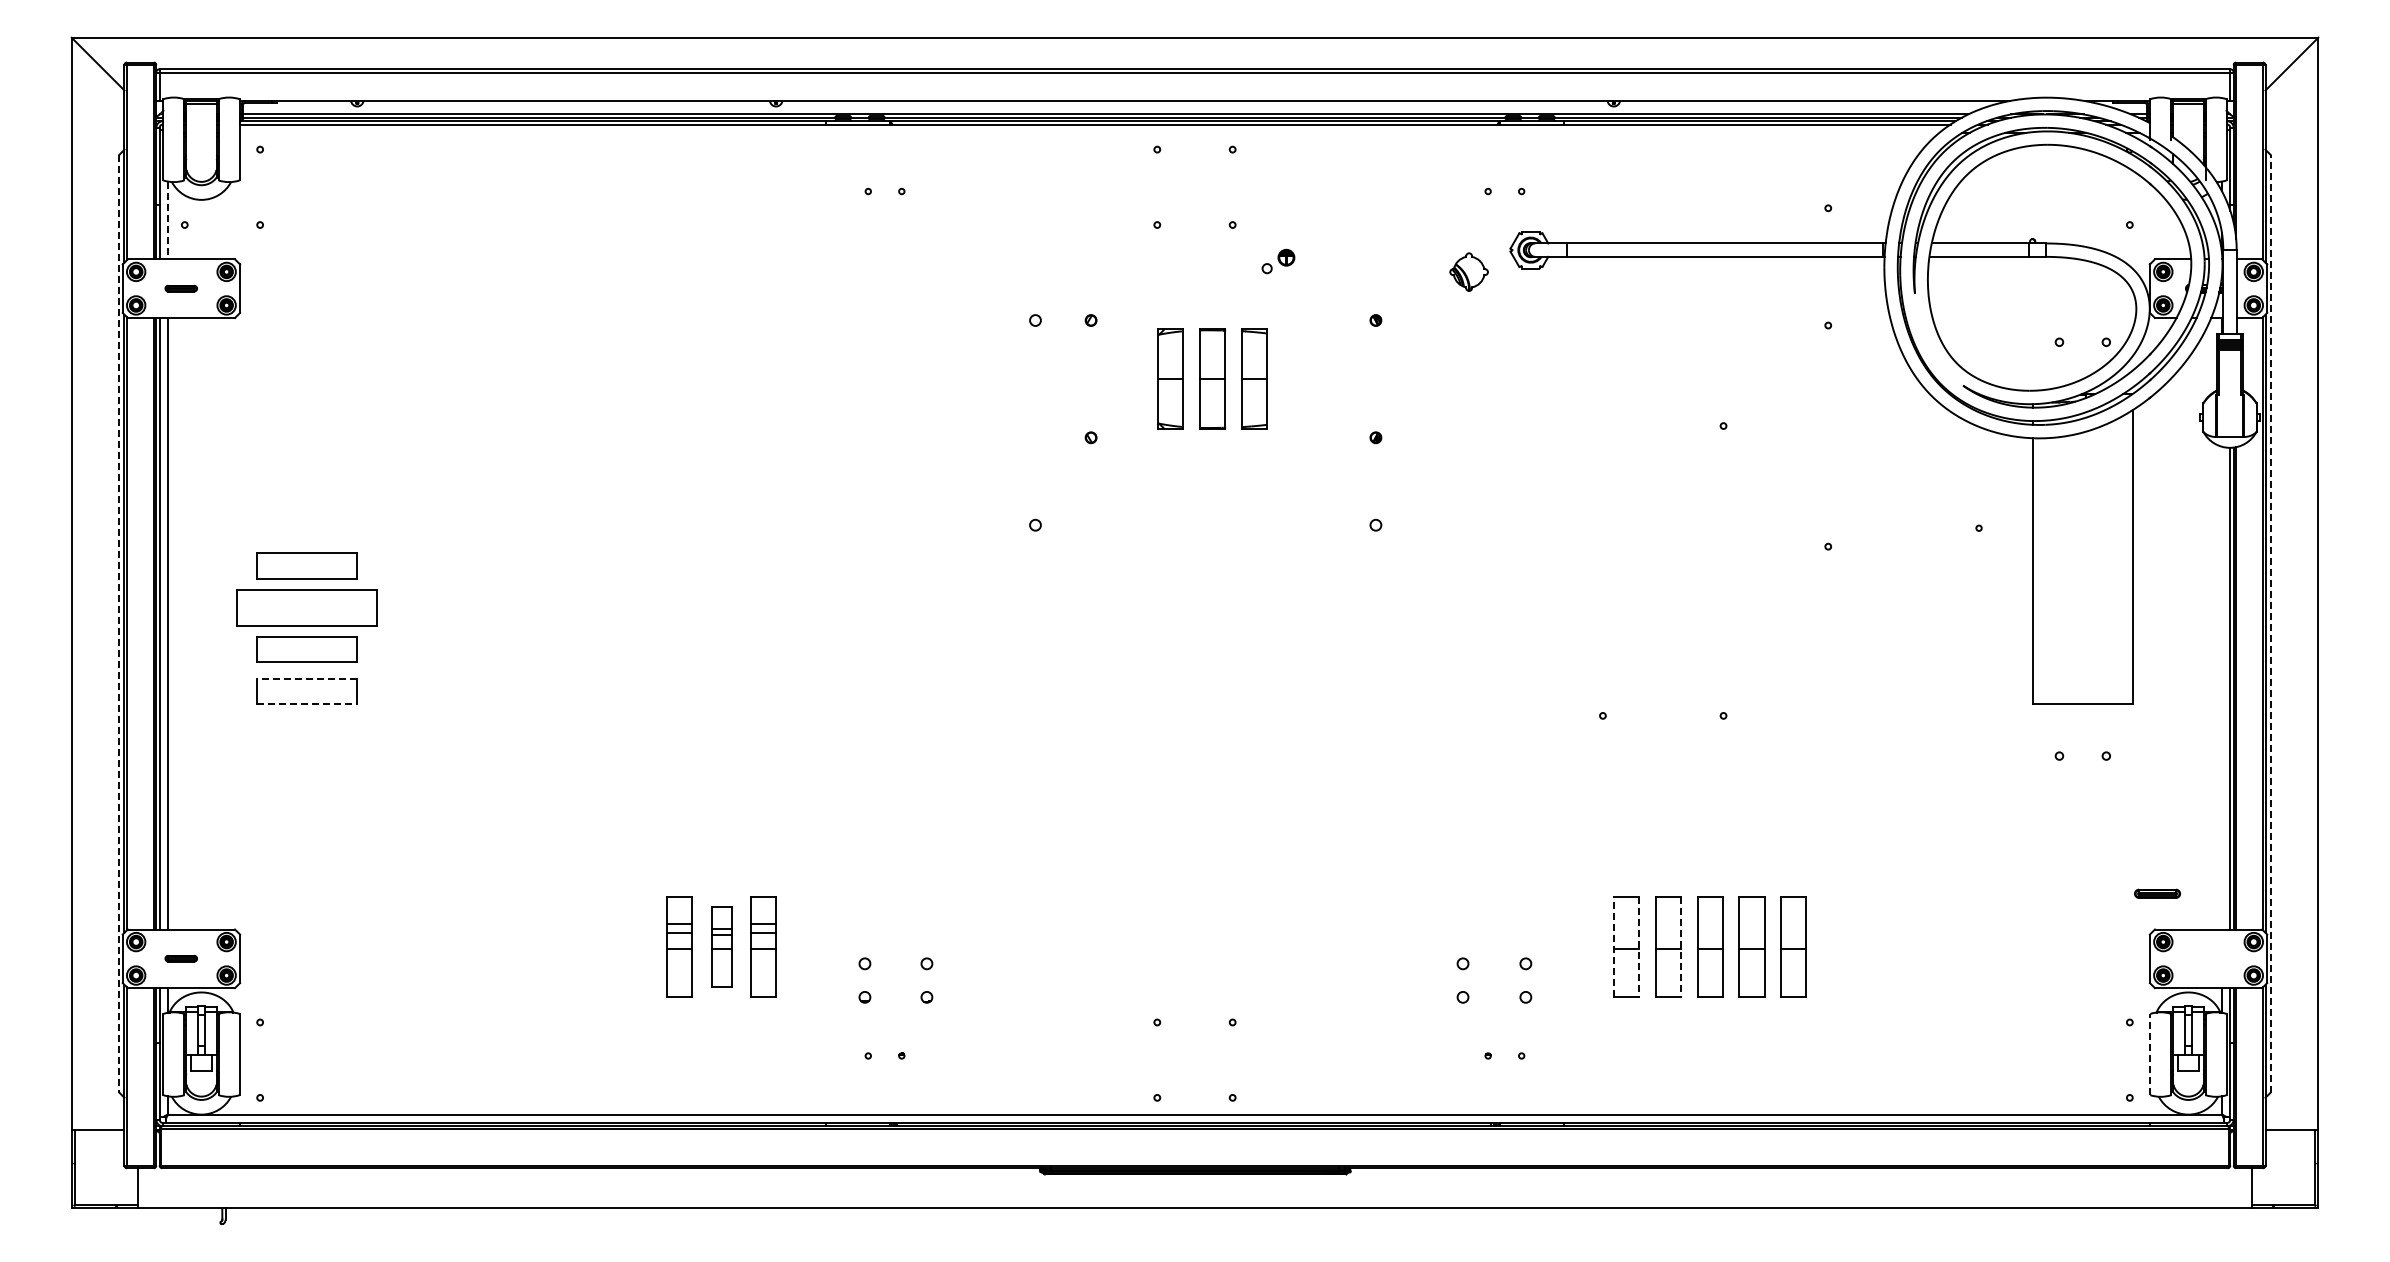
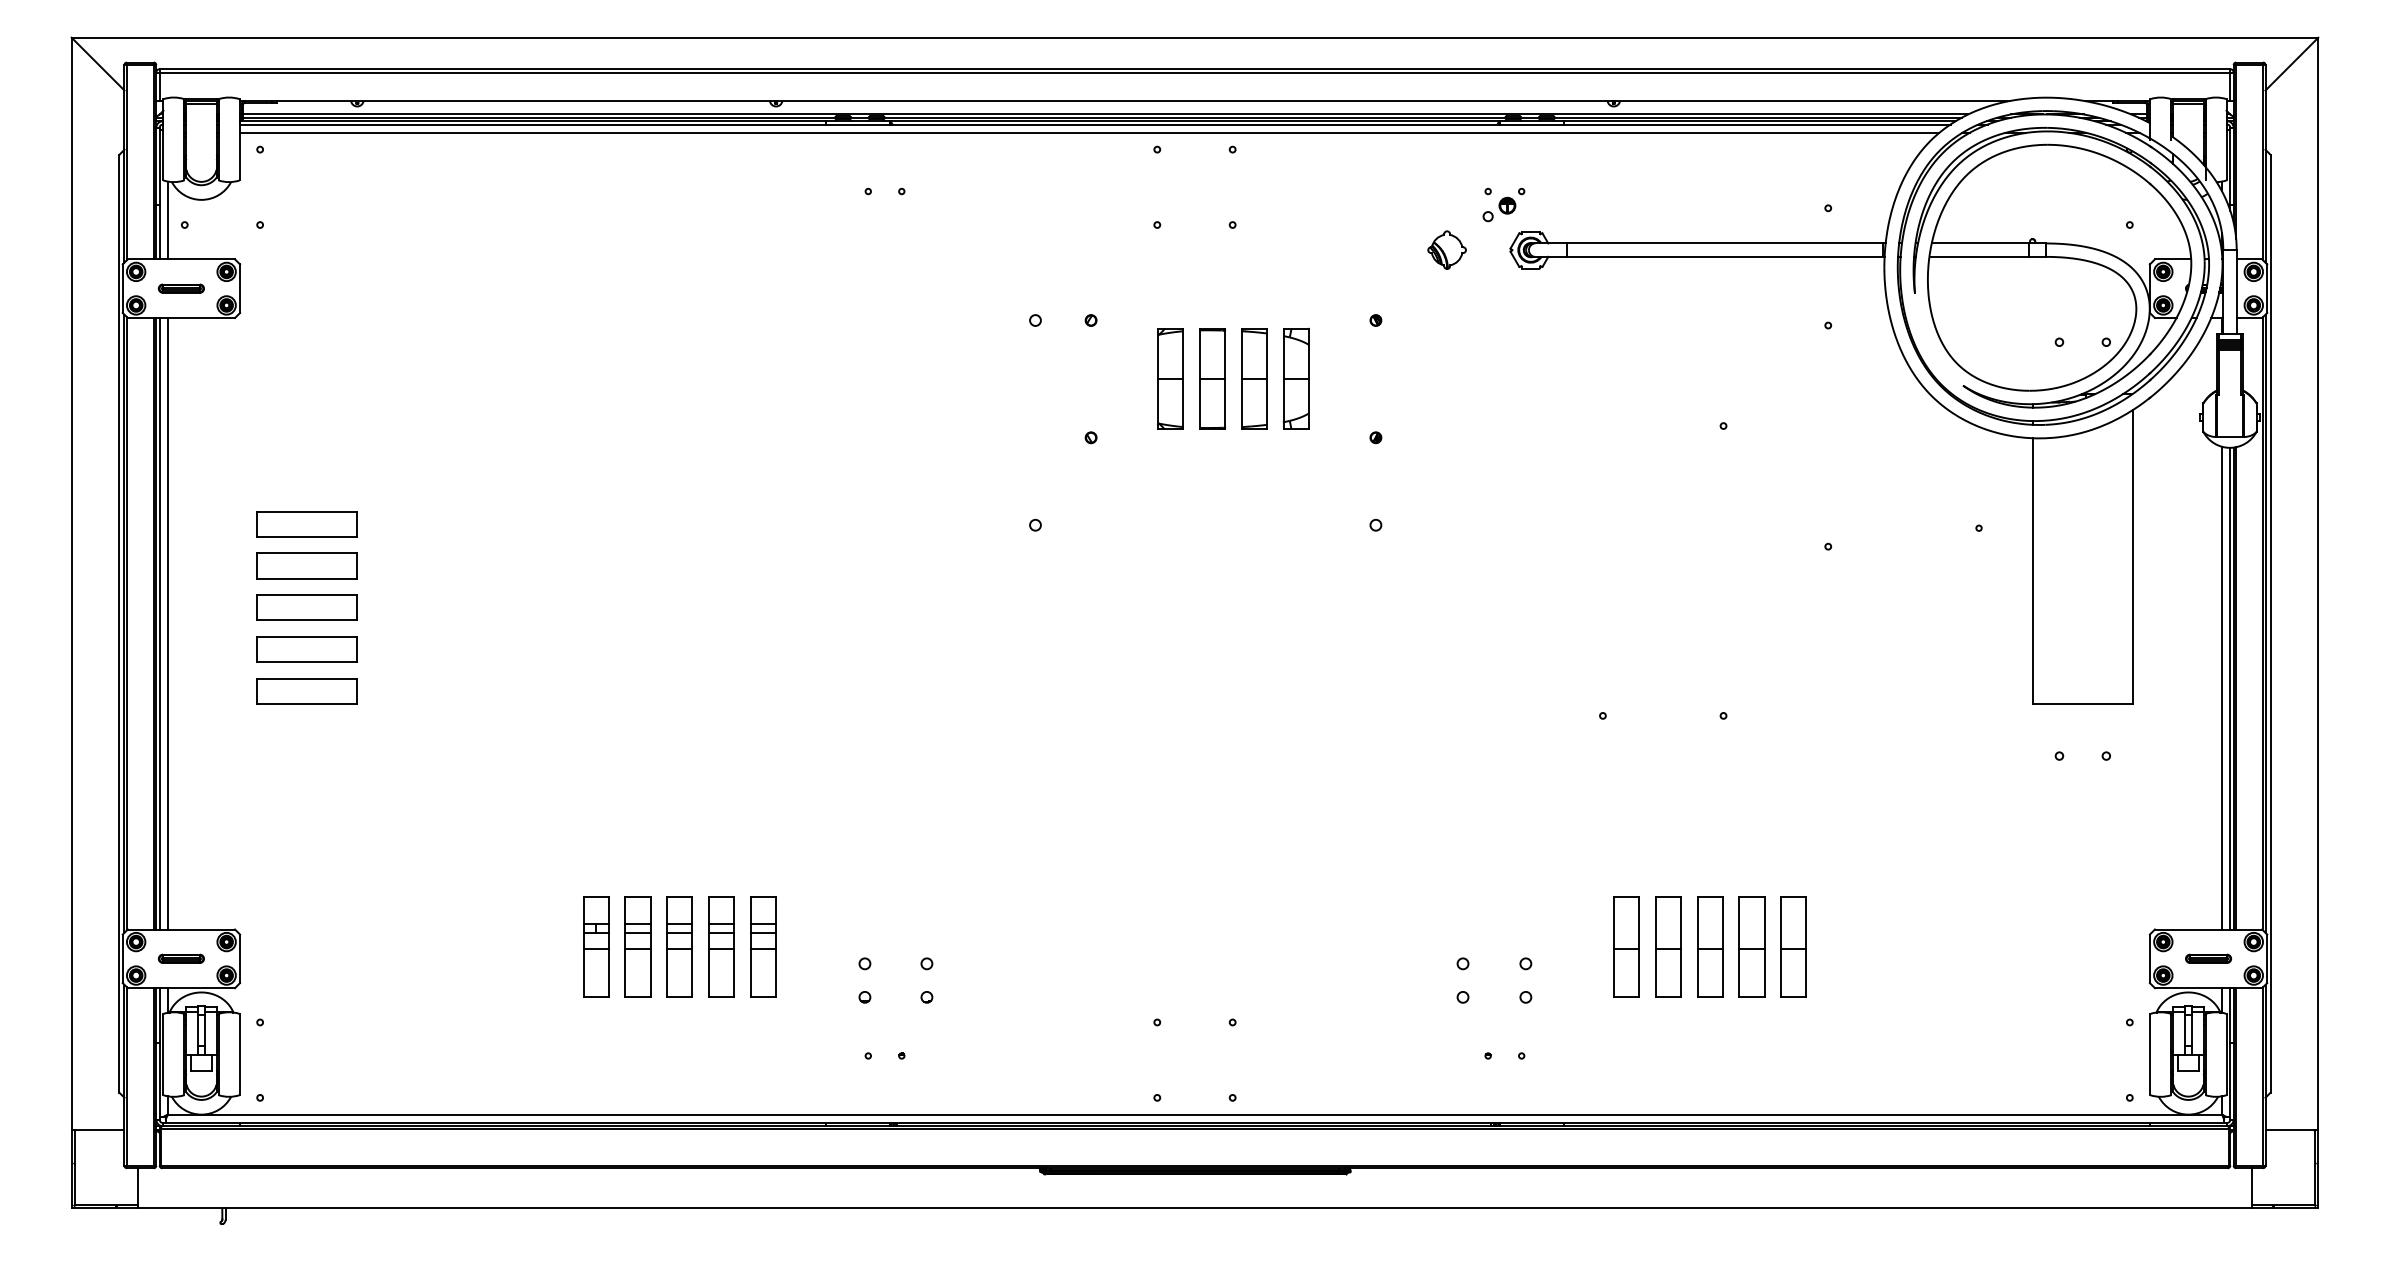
line at (1089, 132): none -> present
line at (168, 220): dashed -> solid
part at (1278, 261) position: (1278, 261) -> (1499, 209)
part at (1468, 271) position: (1468, 271) -> (1446, 249)
part at (180, 288) size: 34x9 px -> 48x11 px
part at (1295, 378): none -> present
part at (306, 524): none -> present
part at (306, 607) size: 142x38 px -> 102x27 px
line at (119, 623): dashed -> solid
line at (2270, 623): dashed -> solid
line at (306, 679): dashed -> solid
line at (2221, 687): none -> present
line at (307, 704): dashed -> solid
part at (2157, 893) position: (2157, 893) -> (2208, 958)
part at (596, 946): none -> present
part at (637, 946): none -> present
part at (721, 946) size: 22x82 px -> 27x102 px
line at (1613, 946): dashed -> solid
line at (1638, 947): dashed -> solid
line at (1680, 947): dashed -> solid
part at (180, 958) size: 34x8 px -> 48x11 px
line at (2150, 1054): dashed -> solid
